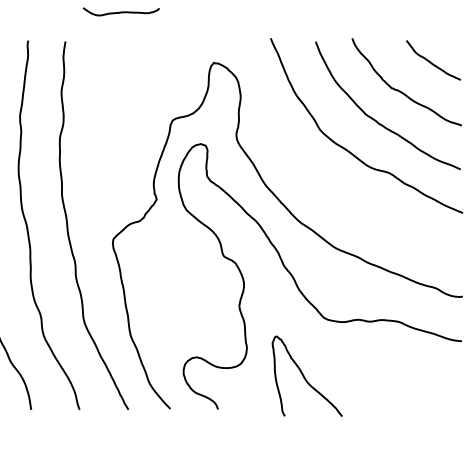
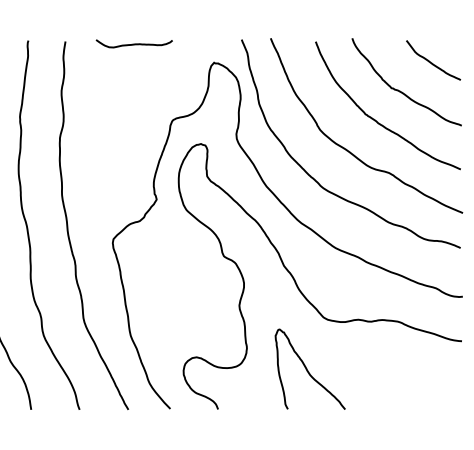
curve at (120, 11) position: (120, 11) -> (133, 43)
curve at (314, 178): none -> present
curve at (304, 375) position: (304, 375) -> (307, 368)
